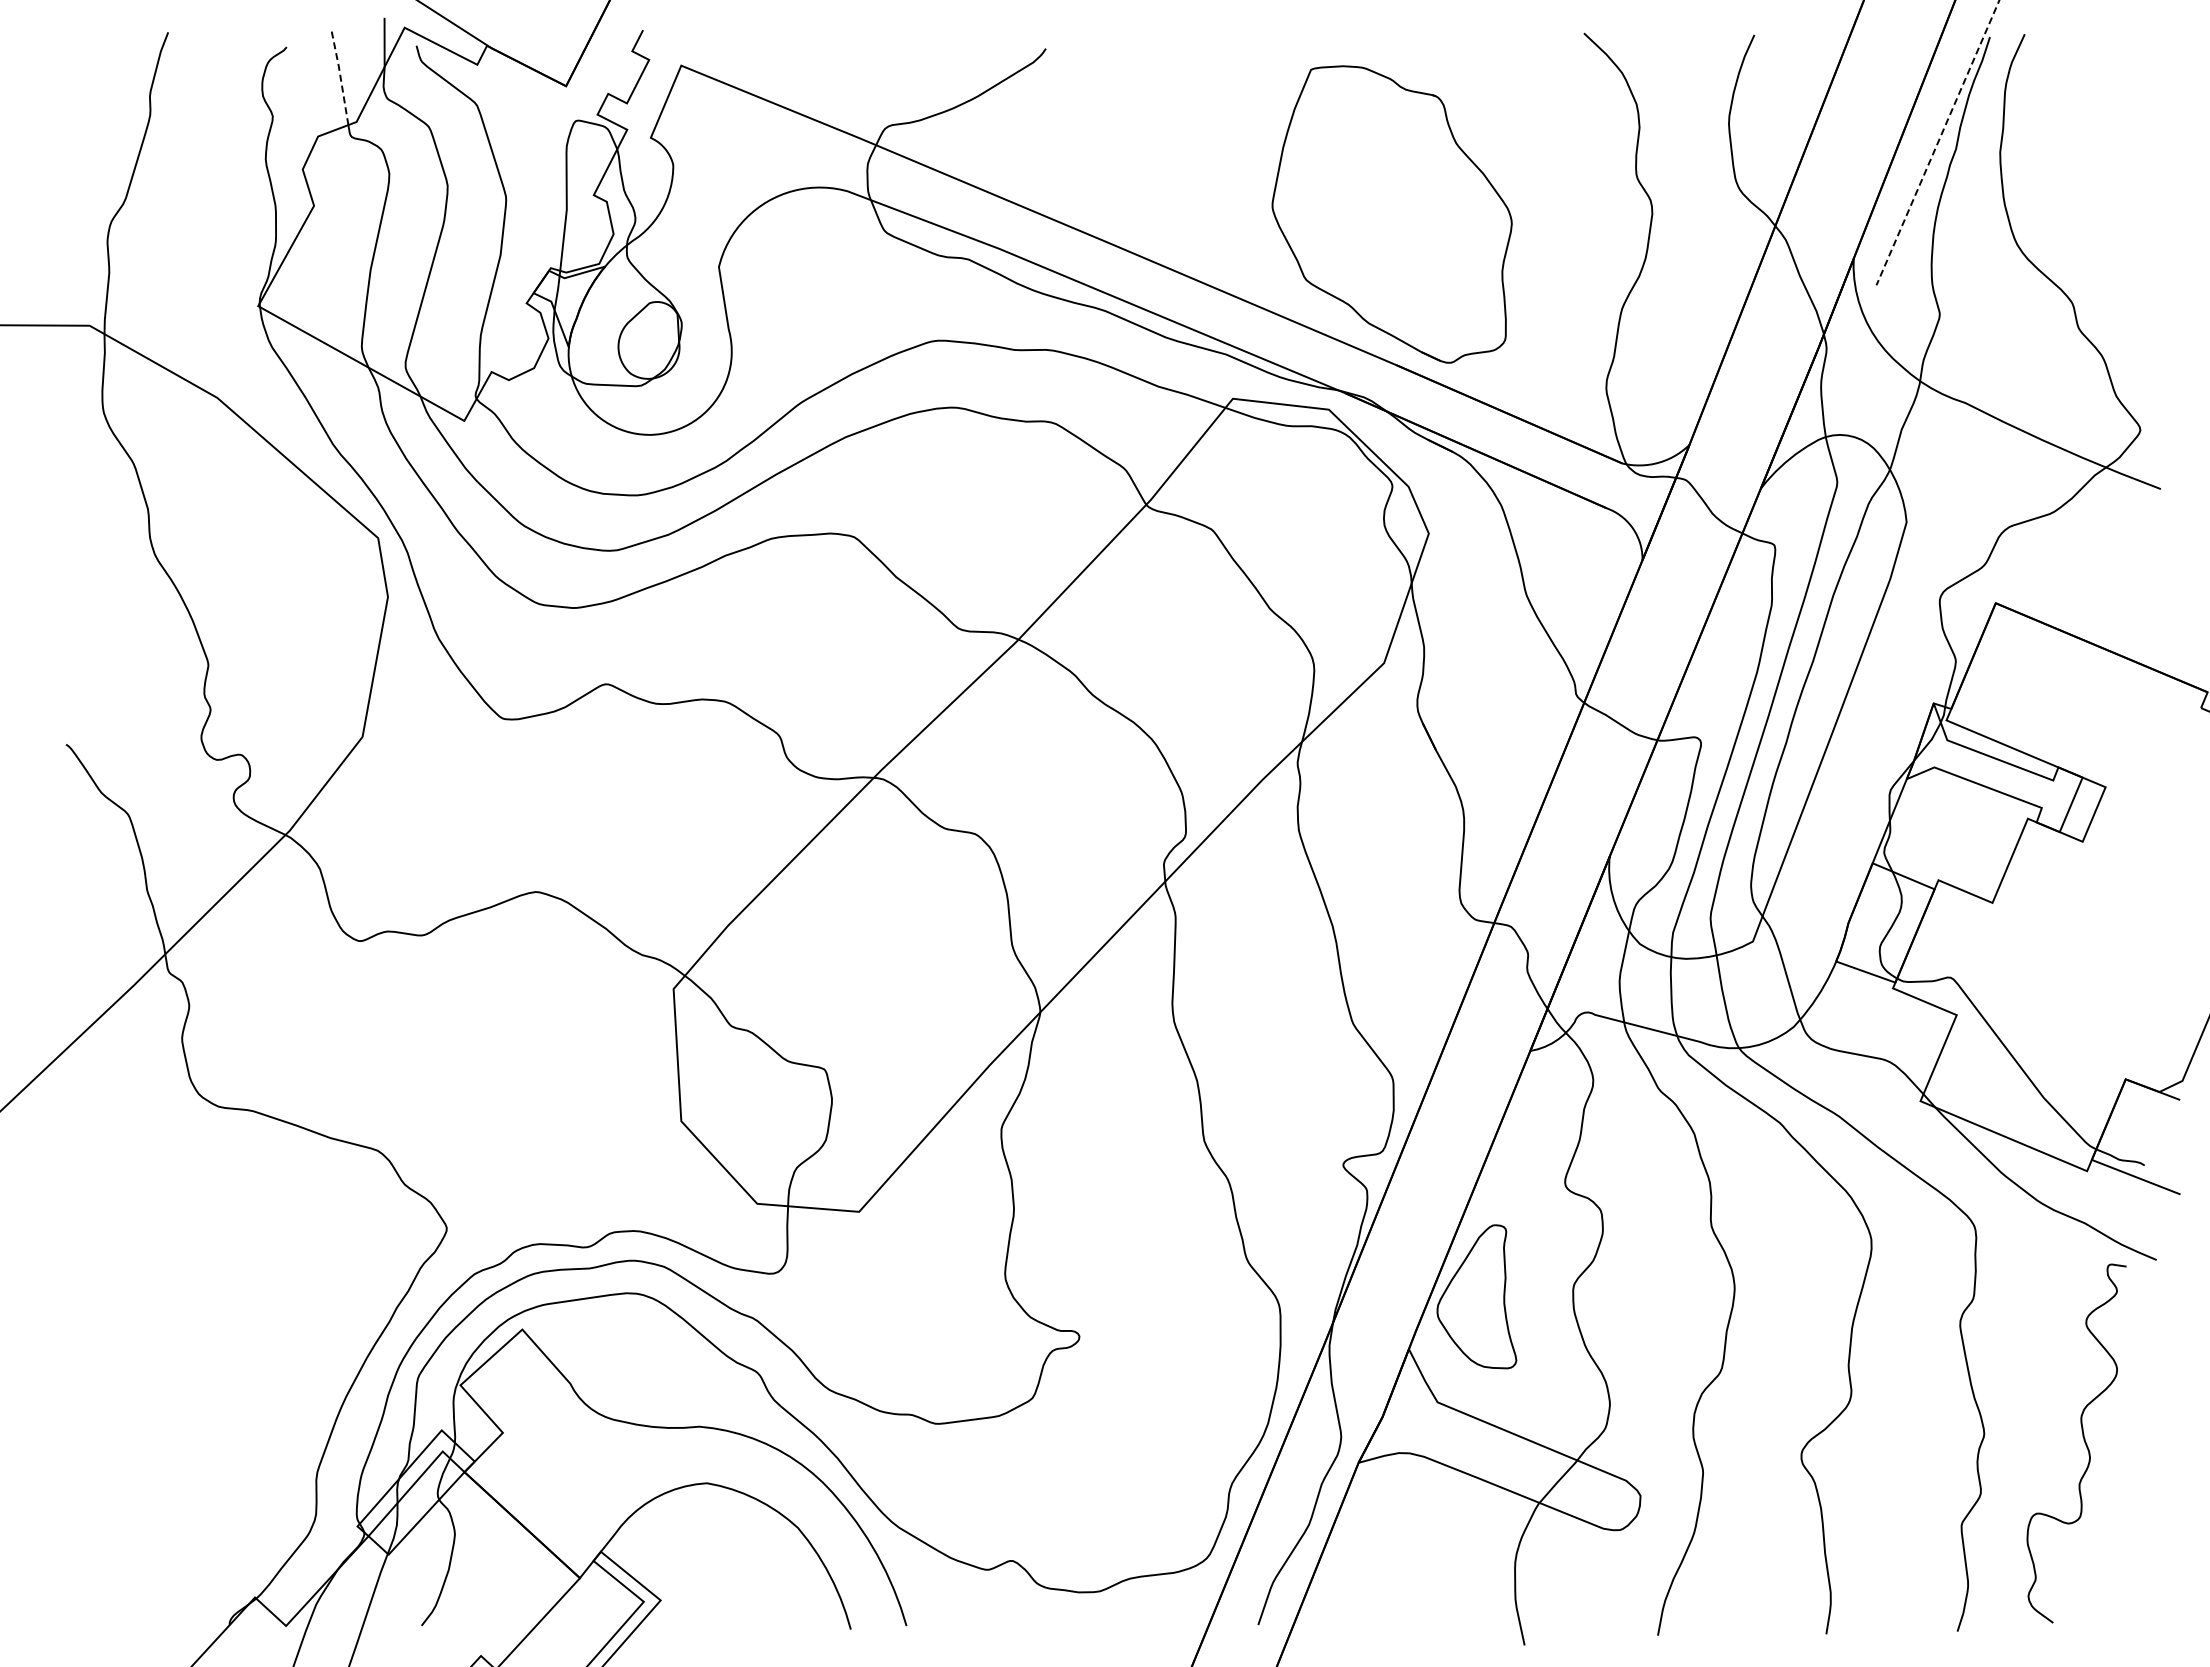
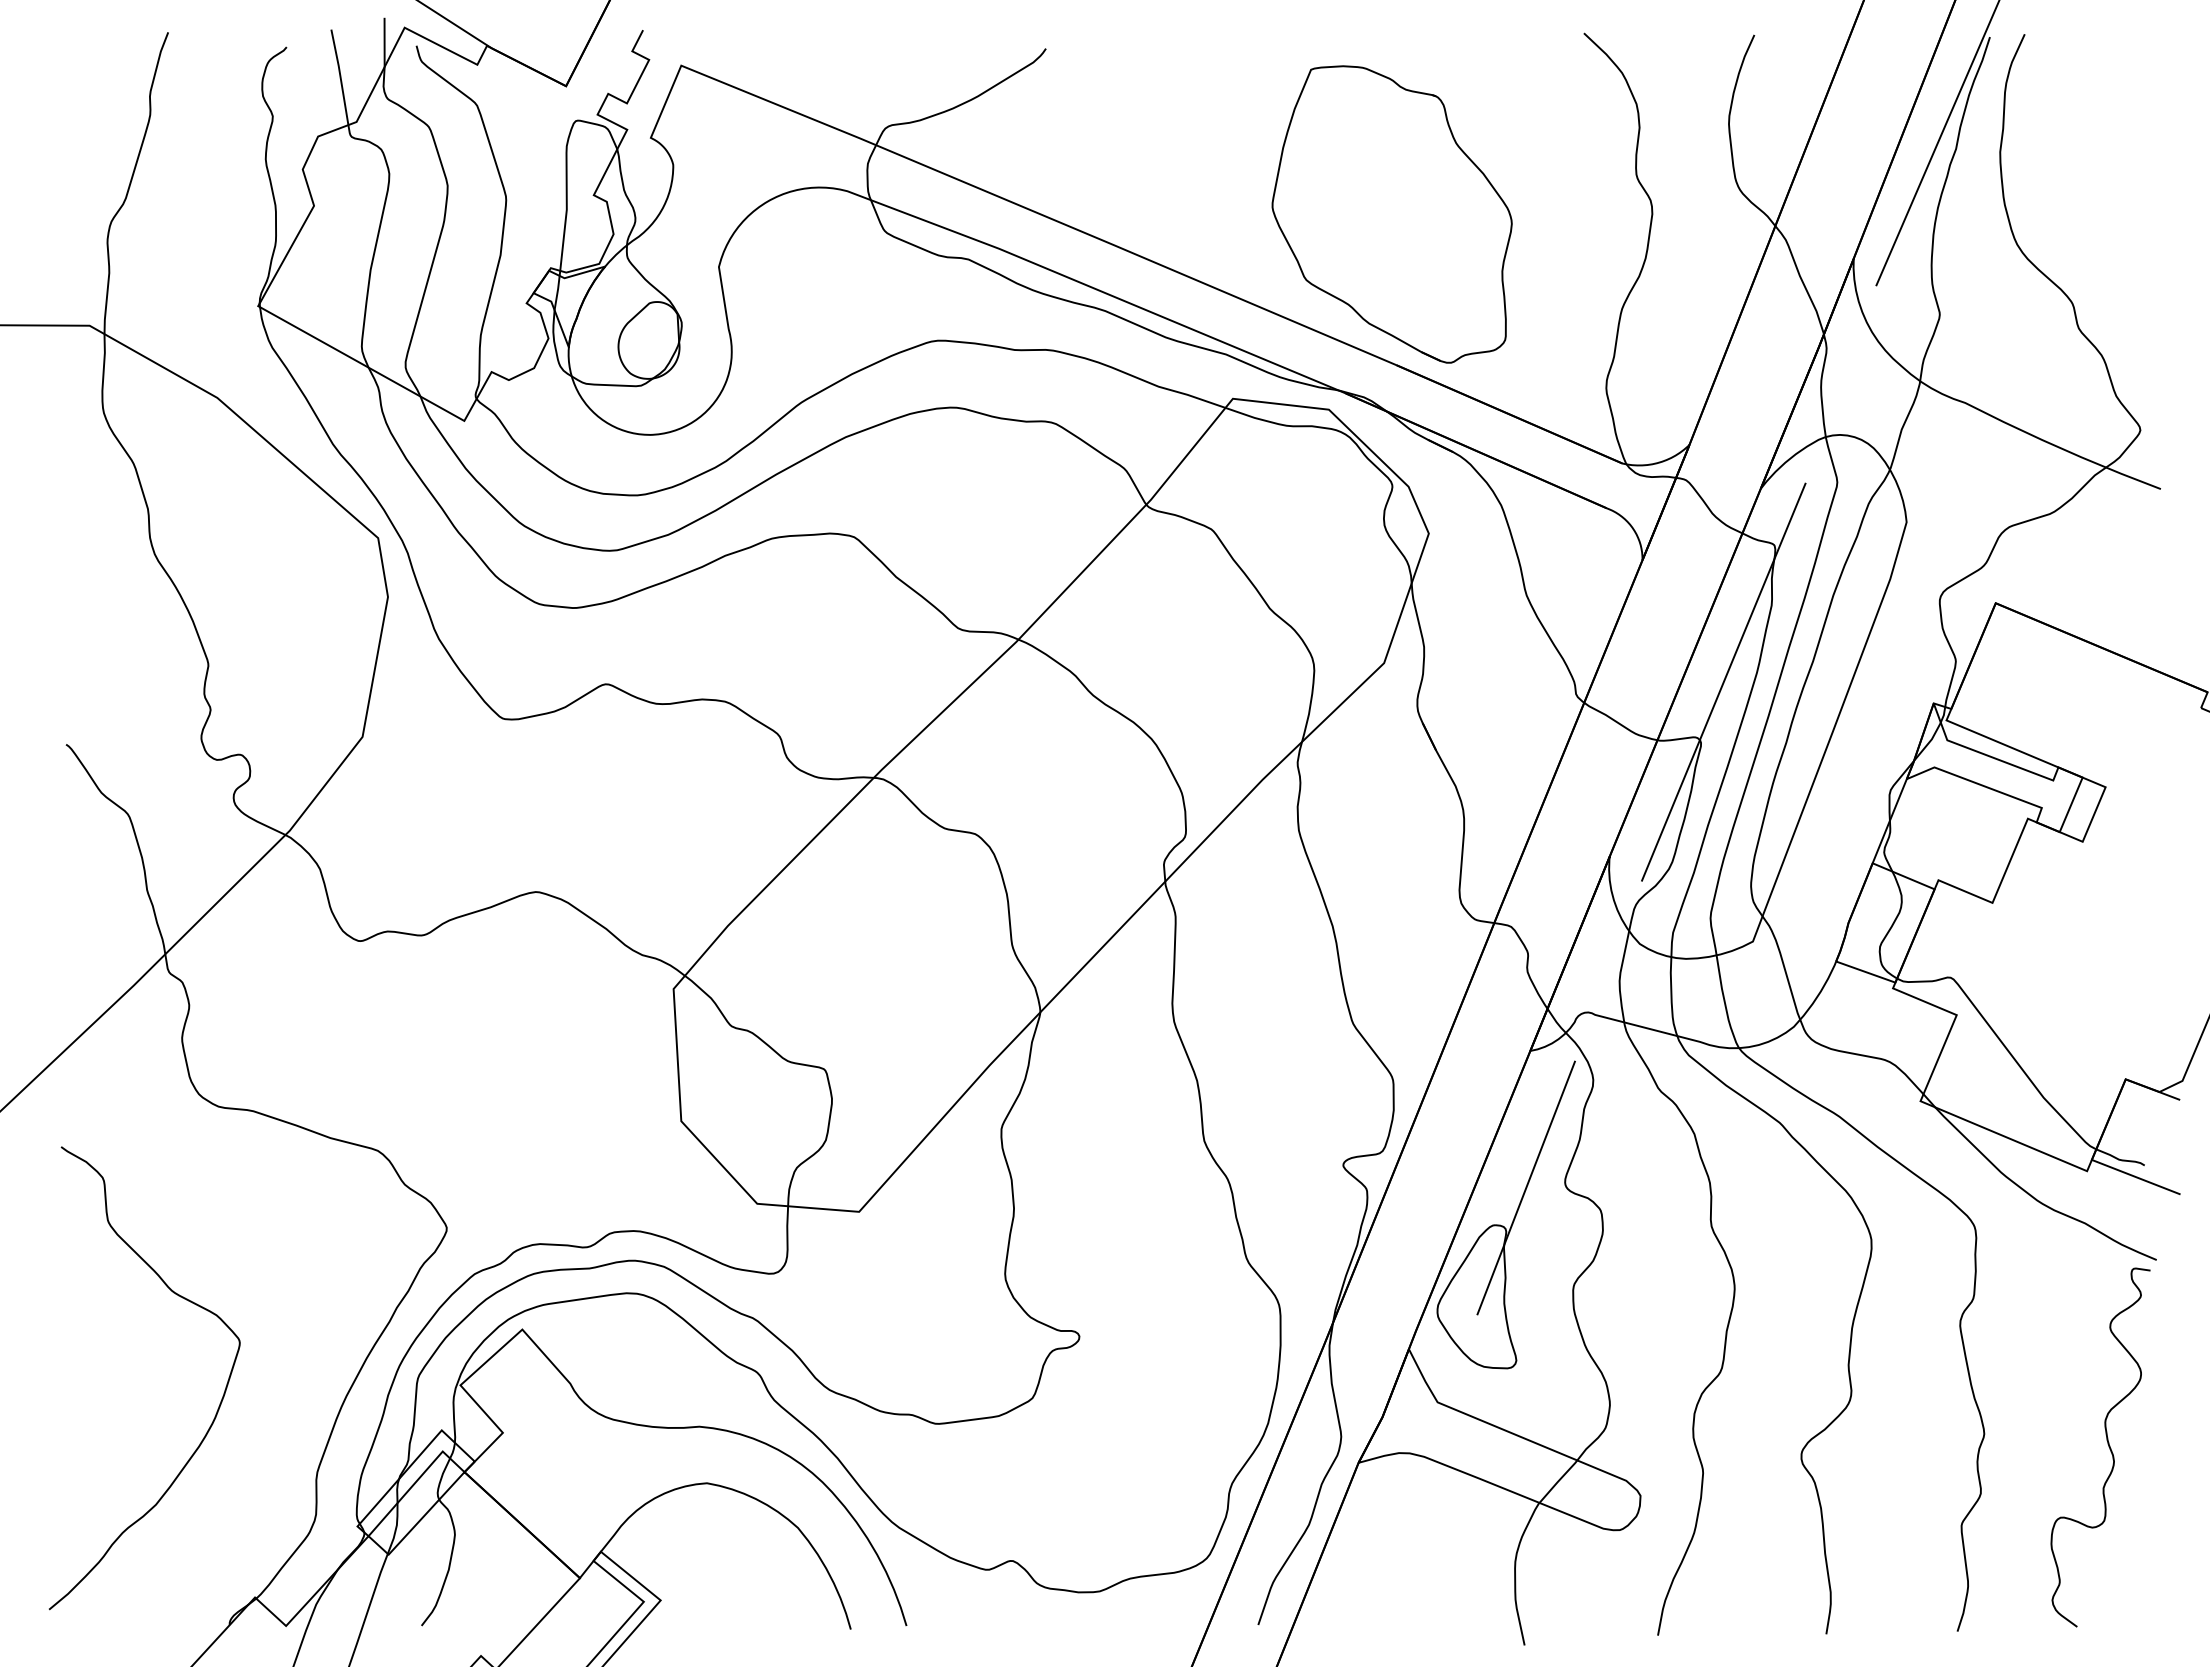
line at (340, 75): dashed -> solid
line at (1937, 143): dashed -> solid
line at (1723, 681): none -> present
line at (1525, 1187): none -> present
curve at (217, 1408): none -> present
curve at (2083, 1440) position: (2083, 1440) -> (2107, 1444)
